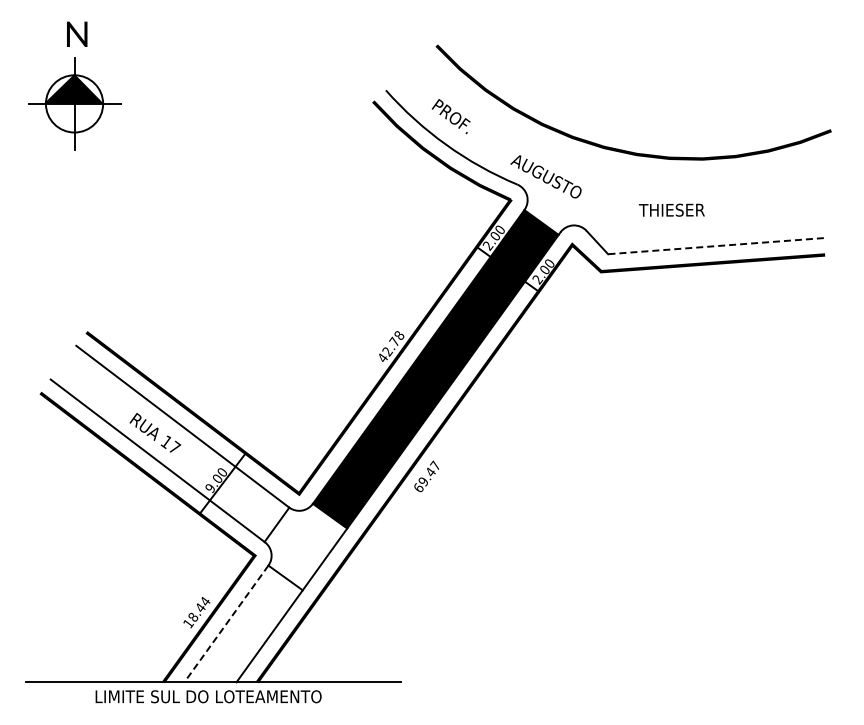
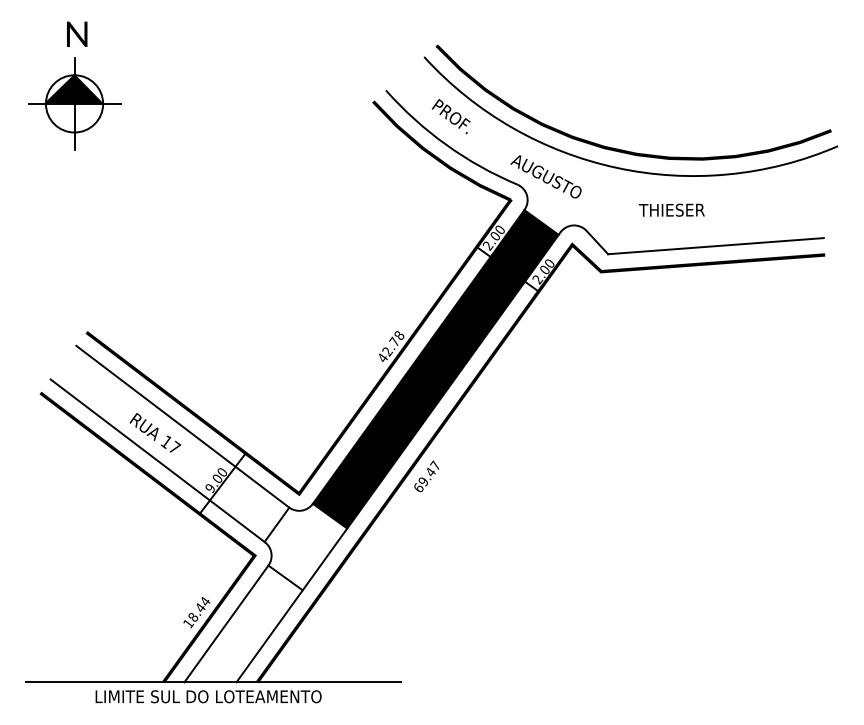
curve at (621, 167): none -> present
line at (715, 246): dashed -> solid
line at (226, 623): dashed -> solid
